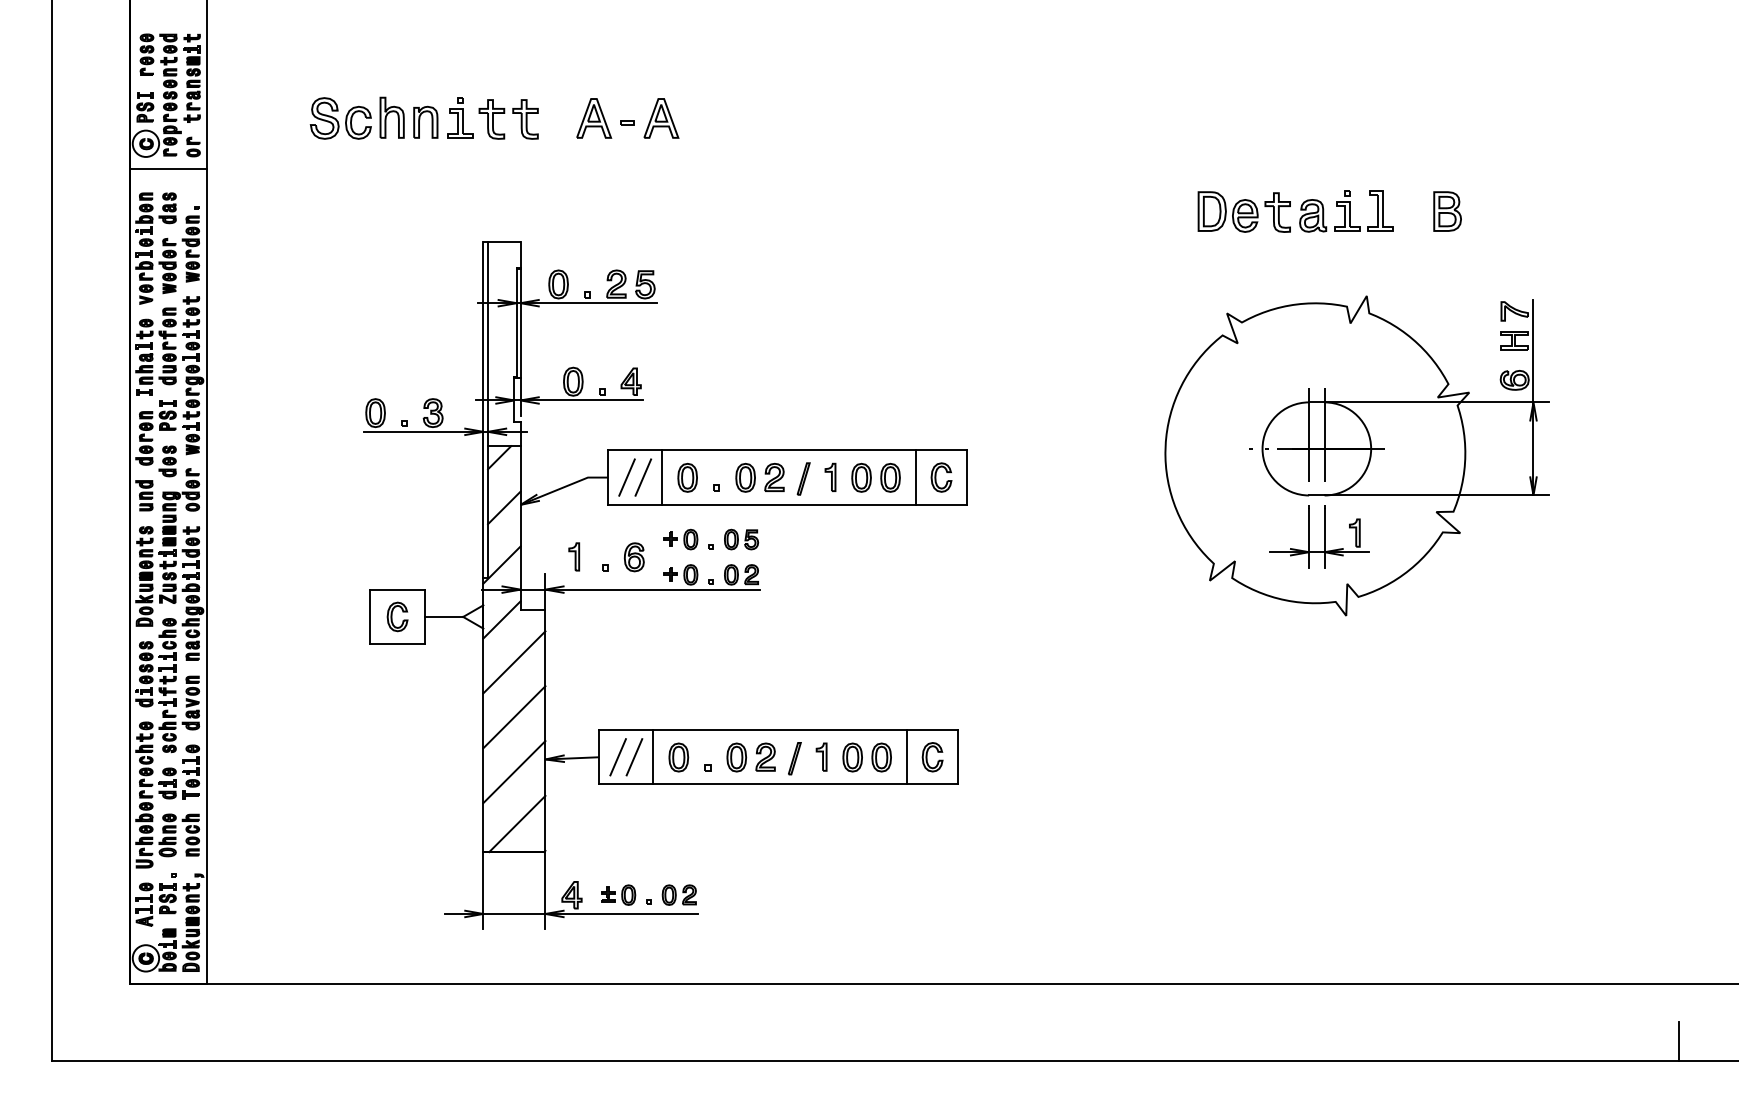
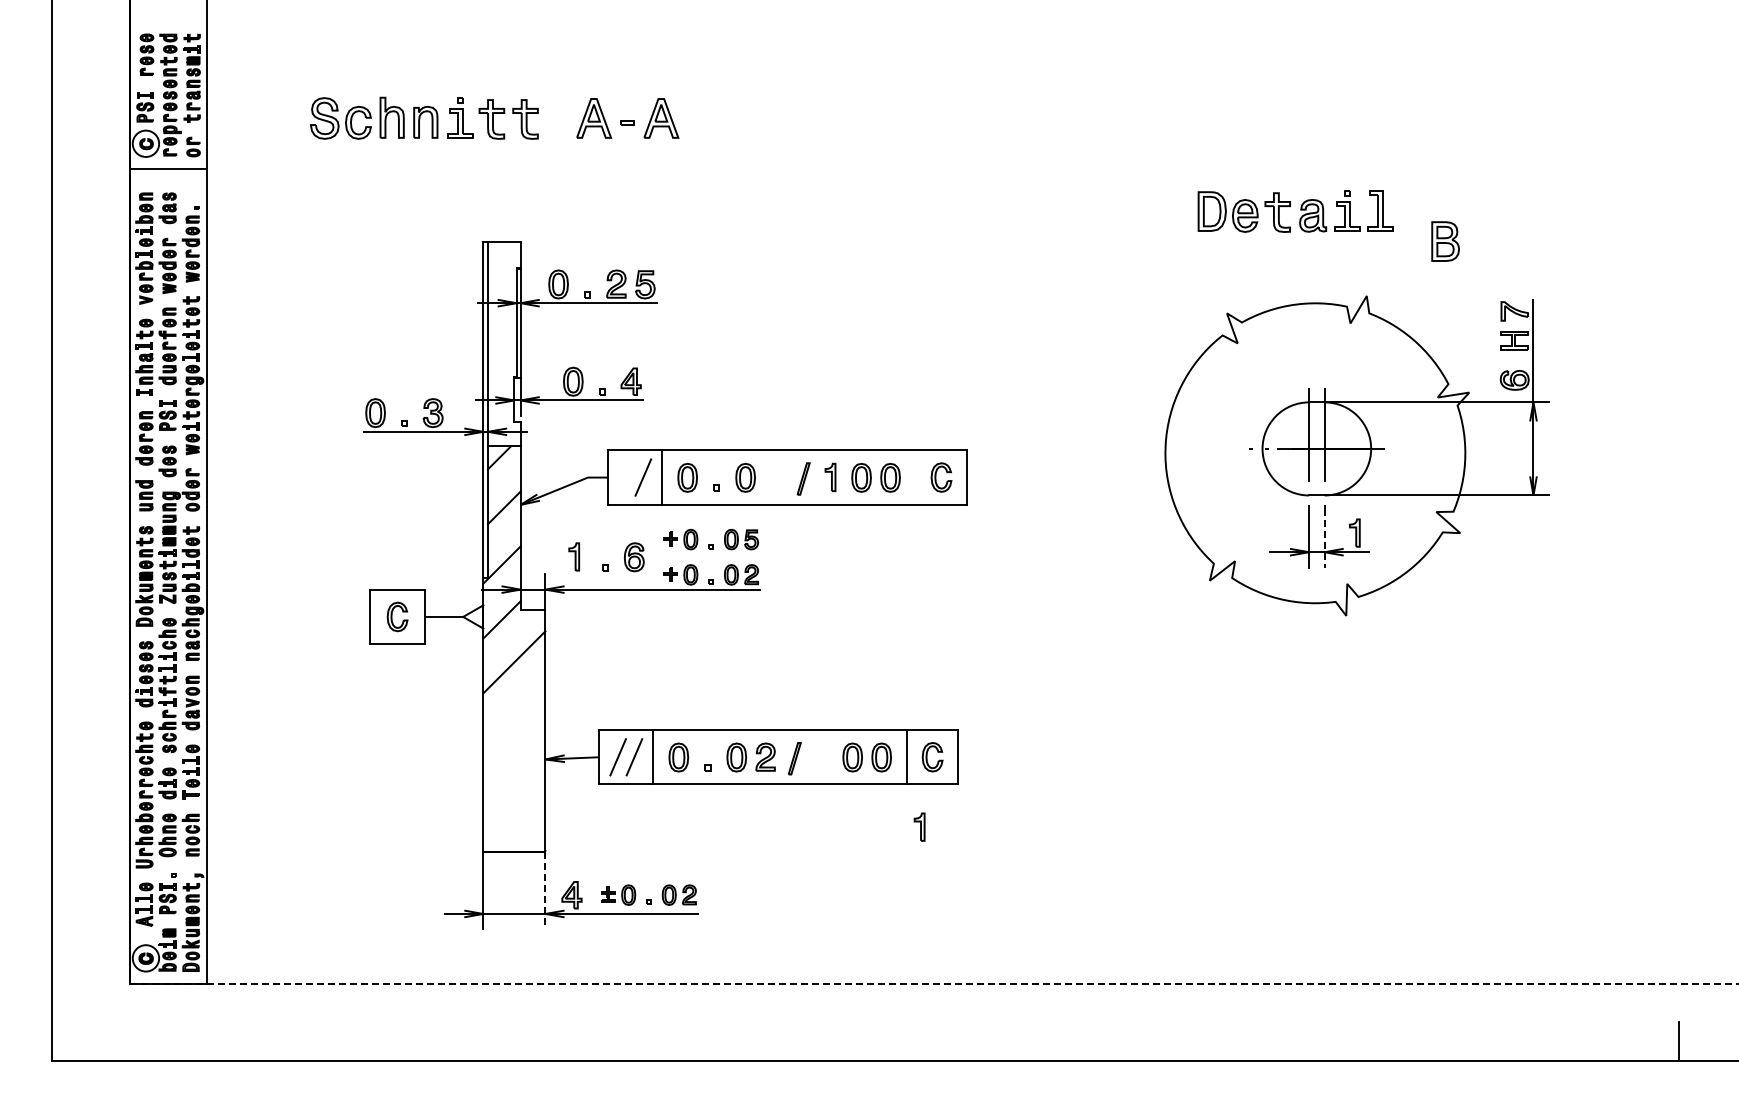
part at (1447, 211) position: (1447, 211) -> (1445, 241)
line at (626, 477): present -> none
part at (774, 477): present -> none
line at (915, 477): present -> none
line at (1324, 539): solid -> dashed
line at (514, 717): present -> none
part at (821, 756) position: (821, 756) -> (919, 826)
line at (514, 772): present -> none
line at (517, 823): present -> none
line at (545, 890): solid -> dashed
line at (934, 983): solid -> dashed
